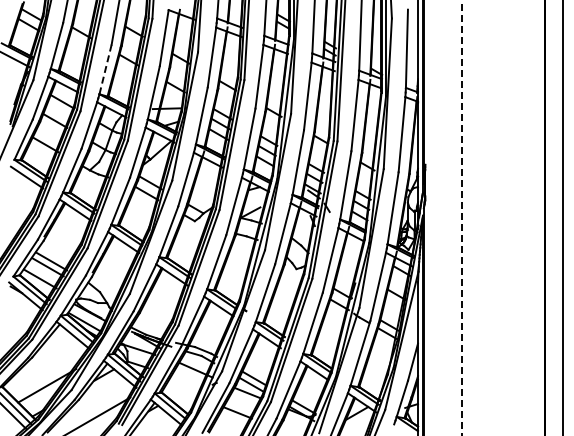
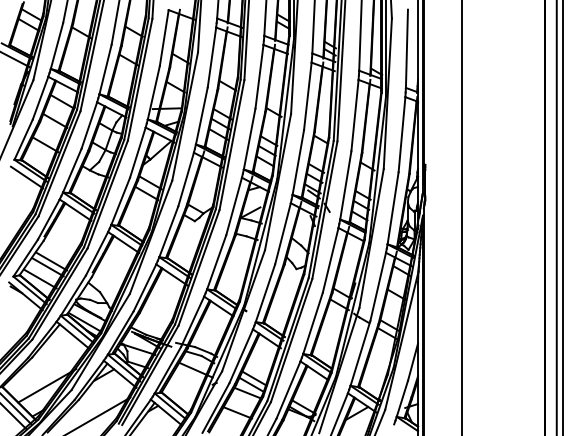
line at (105, 69): dashed -> solid
line at (556, 217): none -> present
line at (462, 218): dashed -> solid
